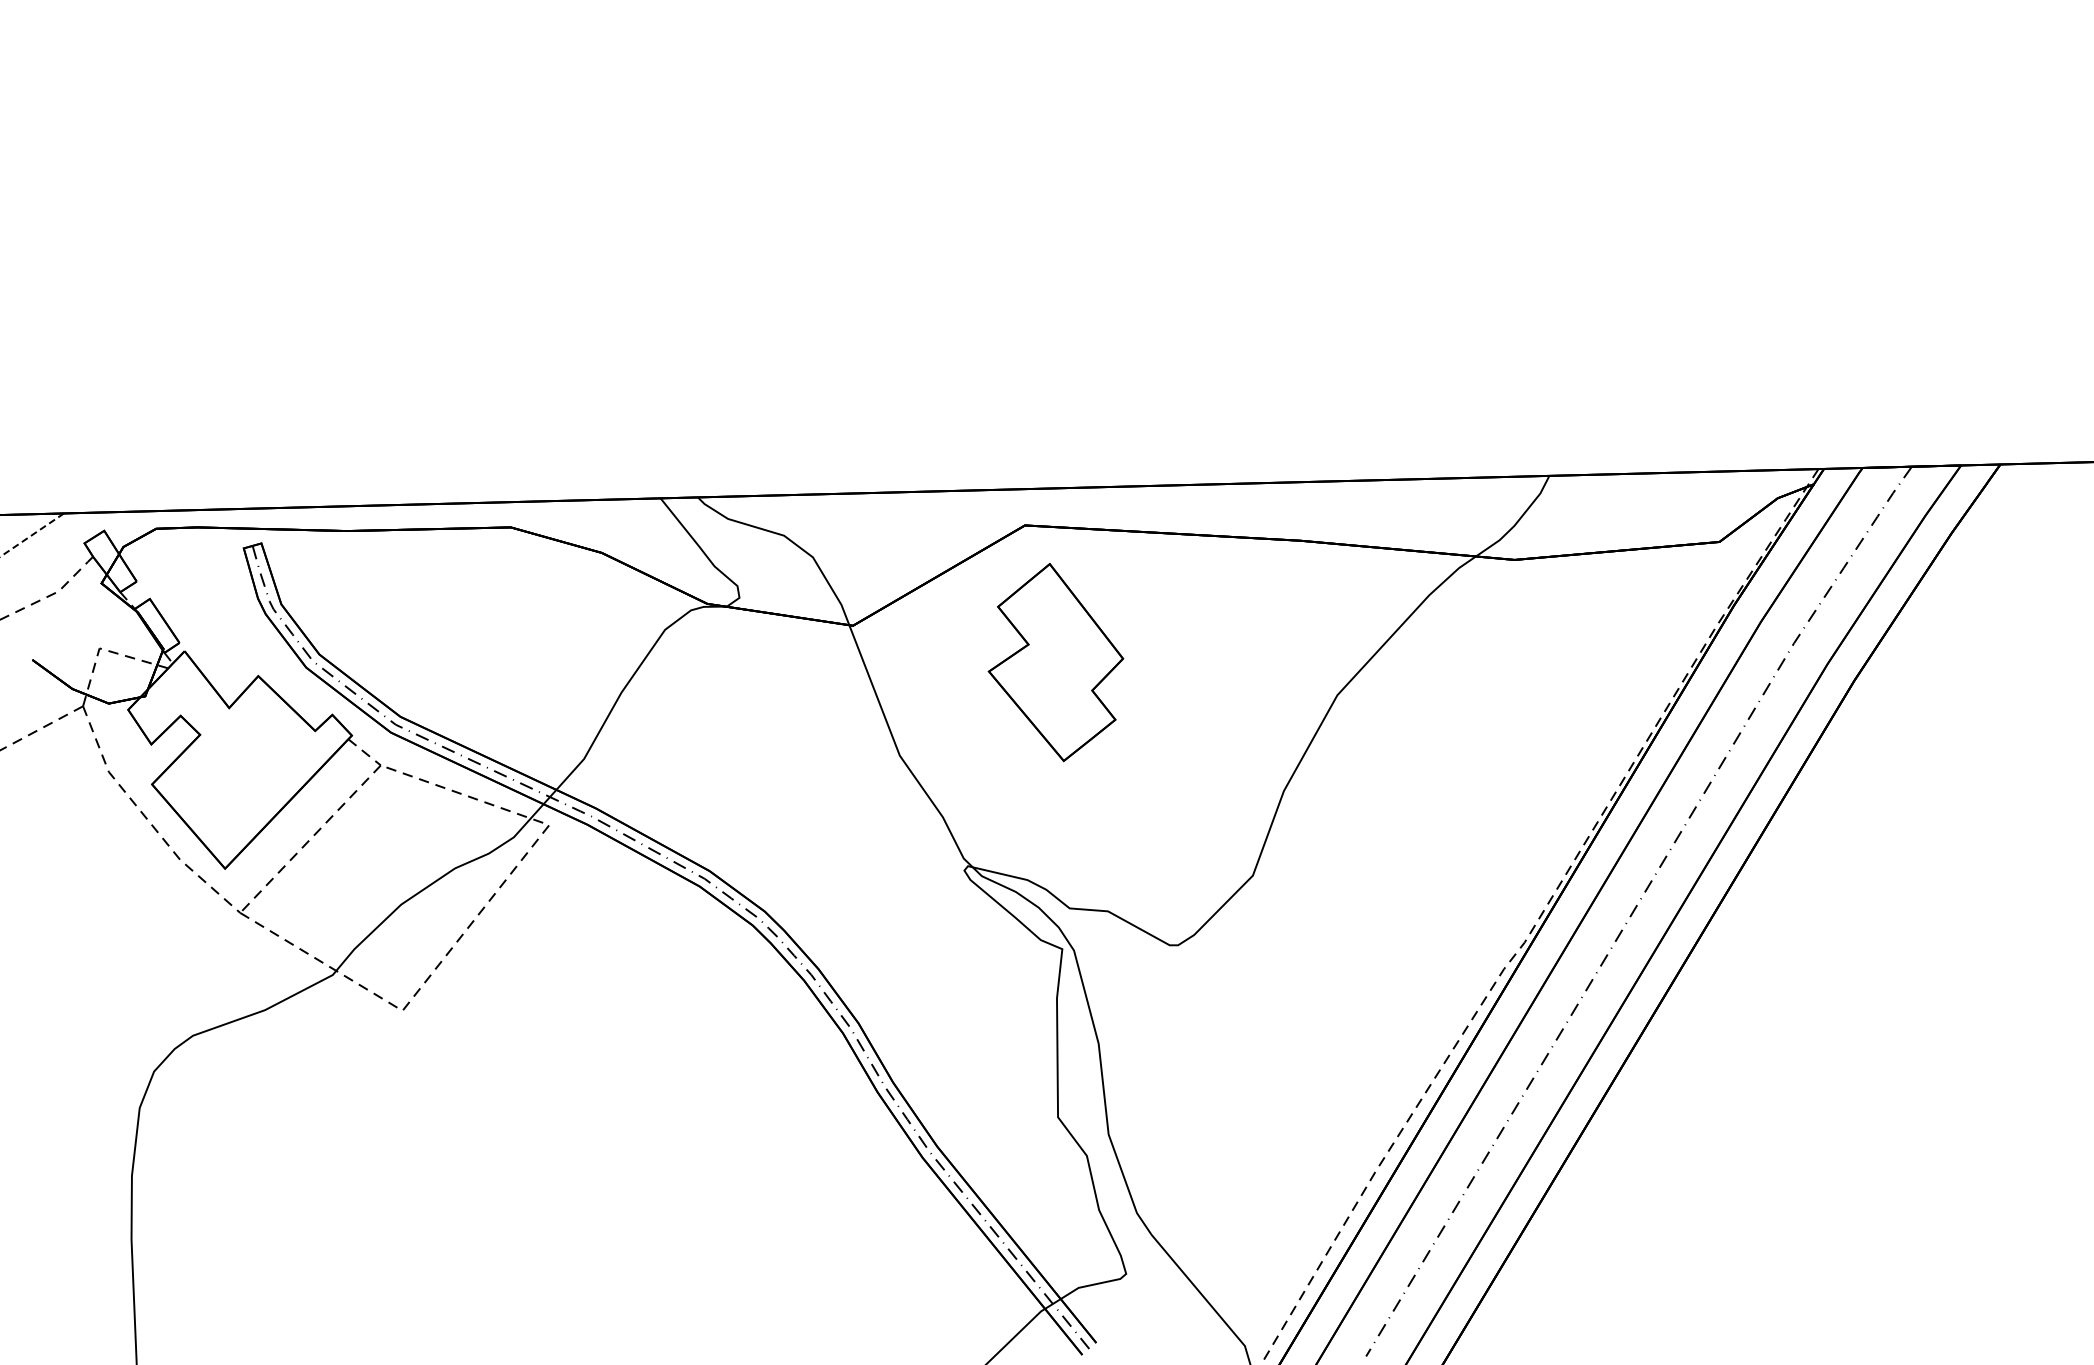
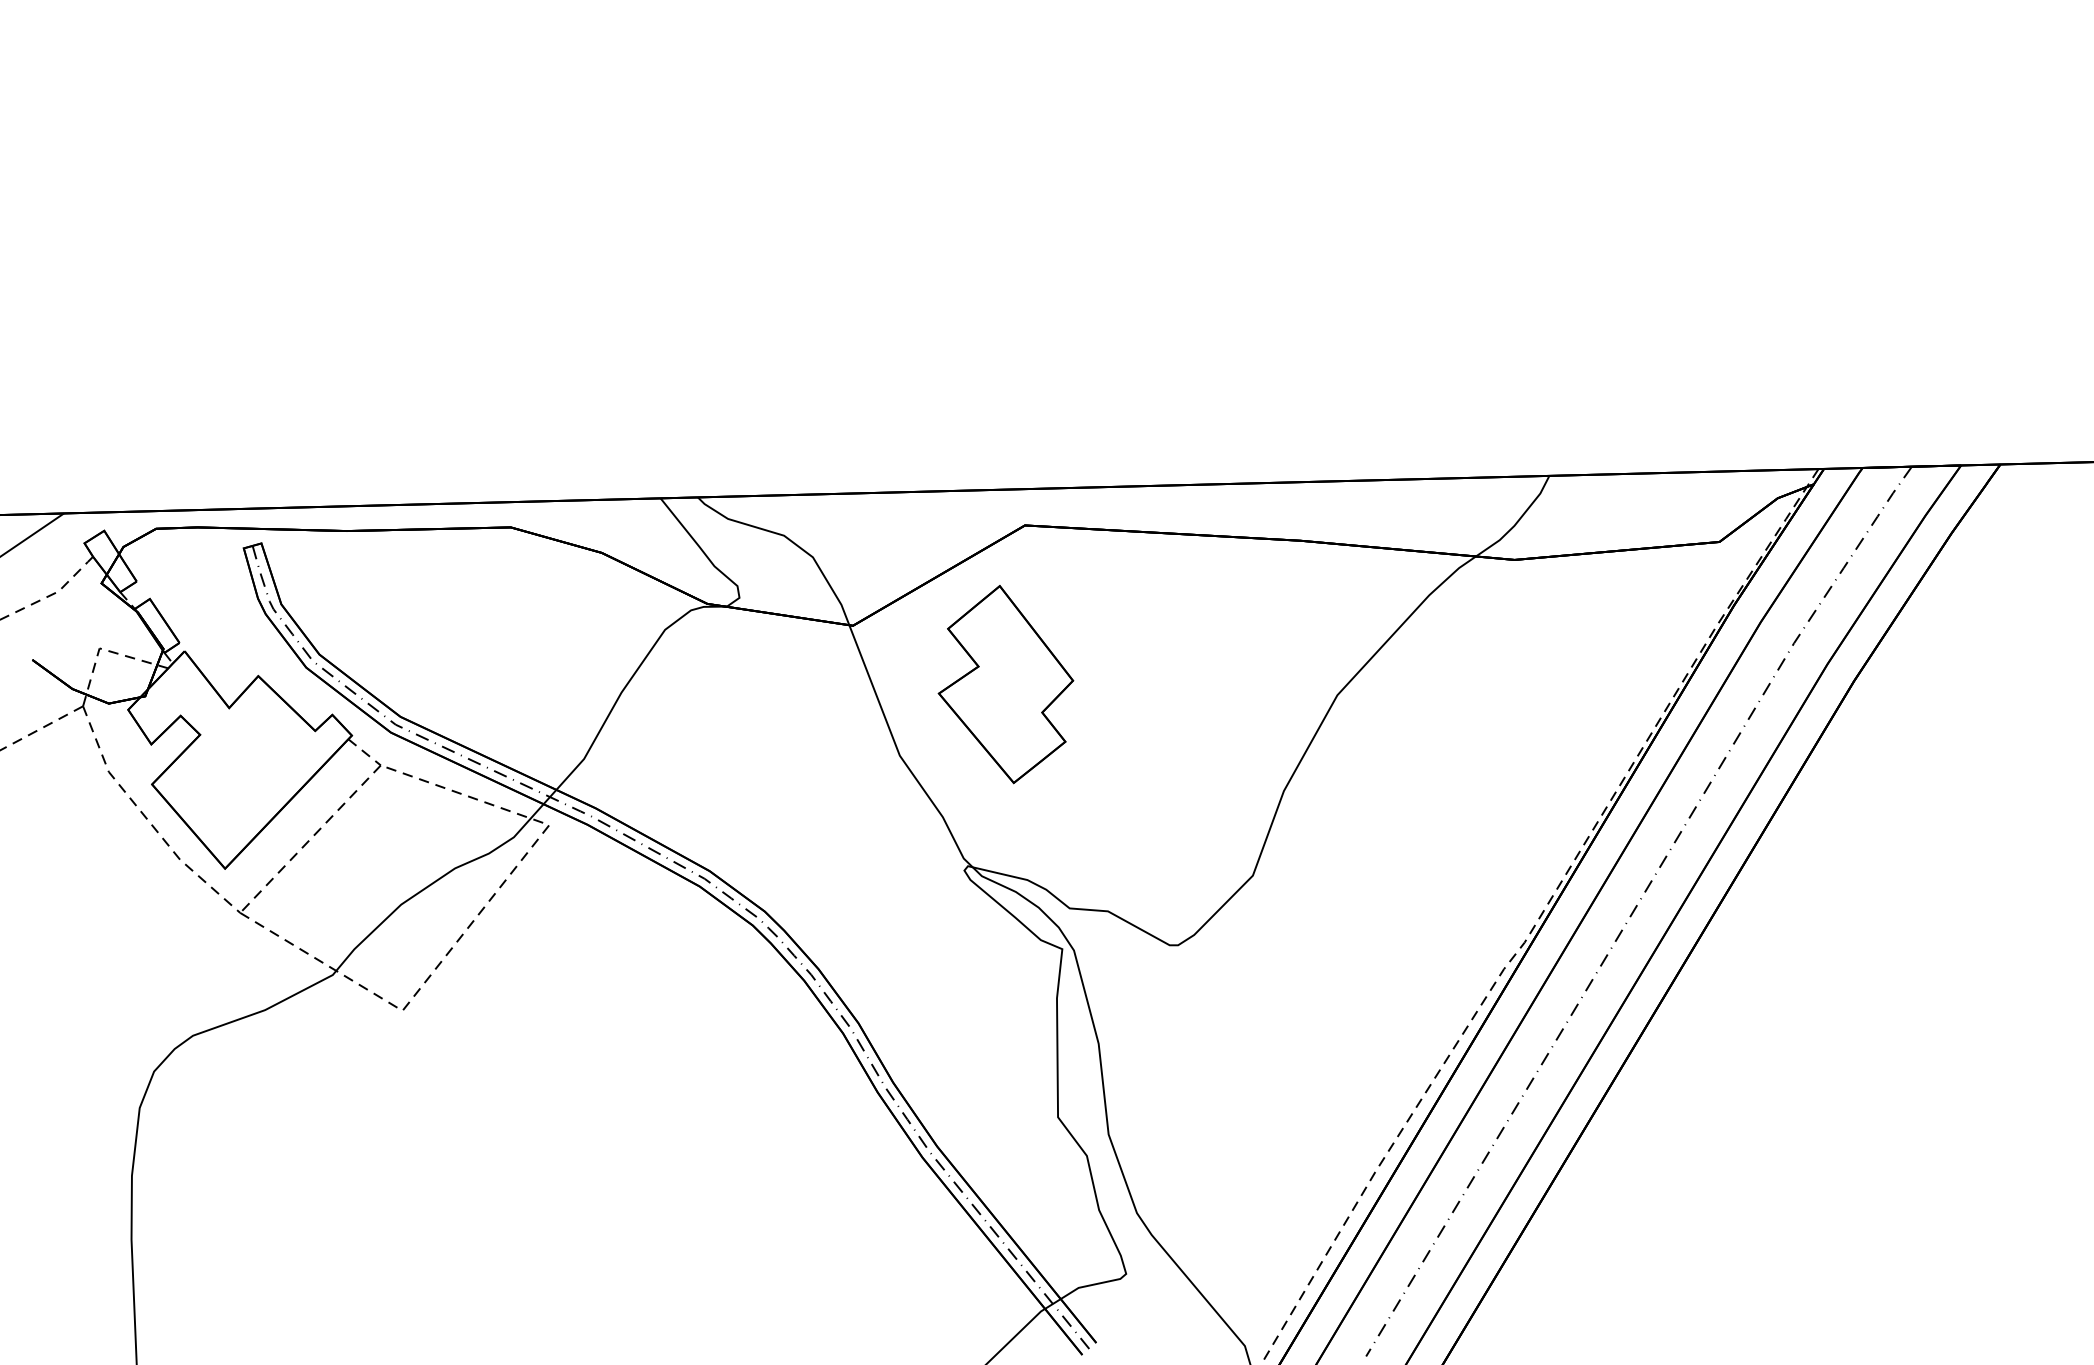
line at (32, 534): dashed -> solid
part at (1055, 662) position: (1055, 662) -> (1005, 684)
